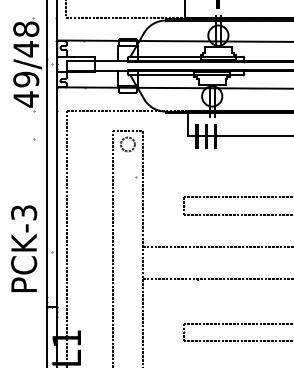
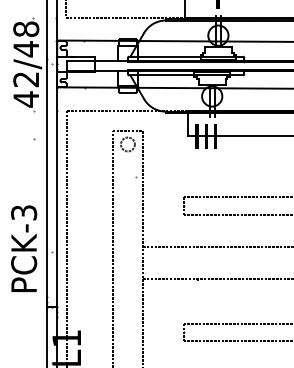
text at (26, 79): 49/48 -> 42/48
